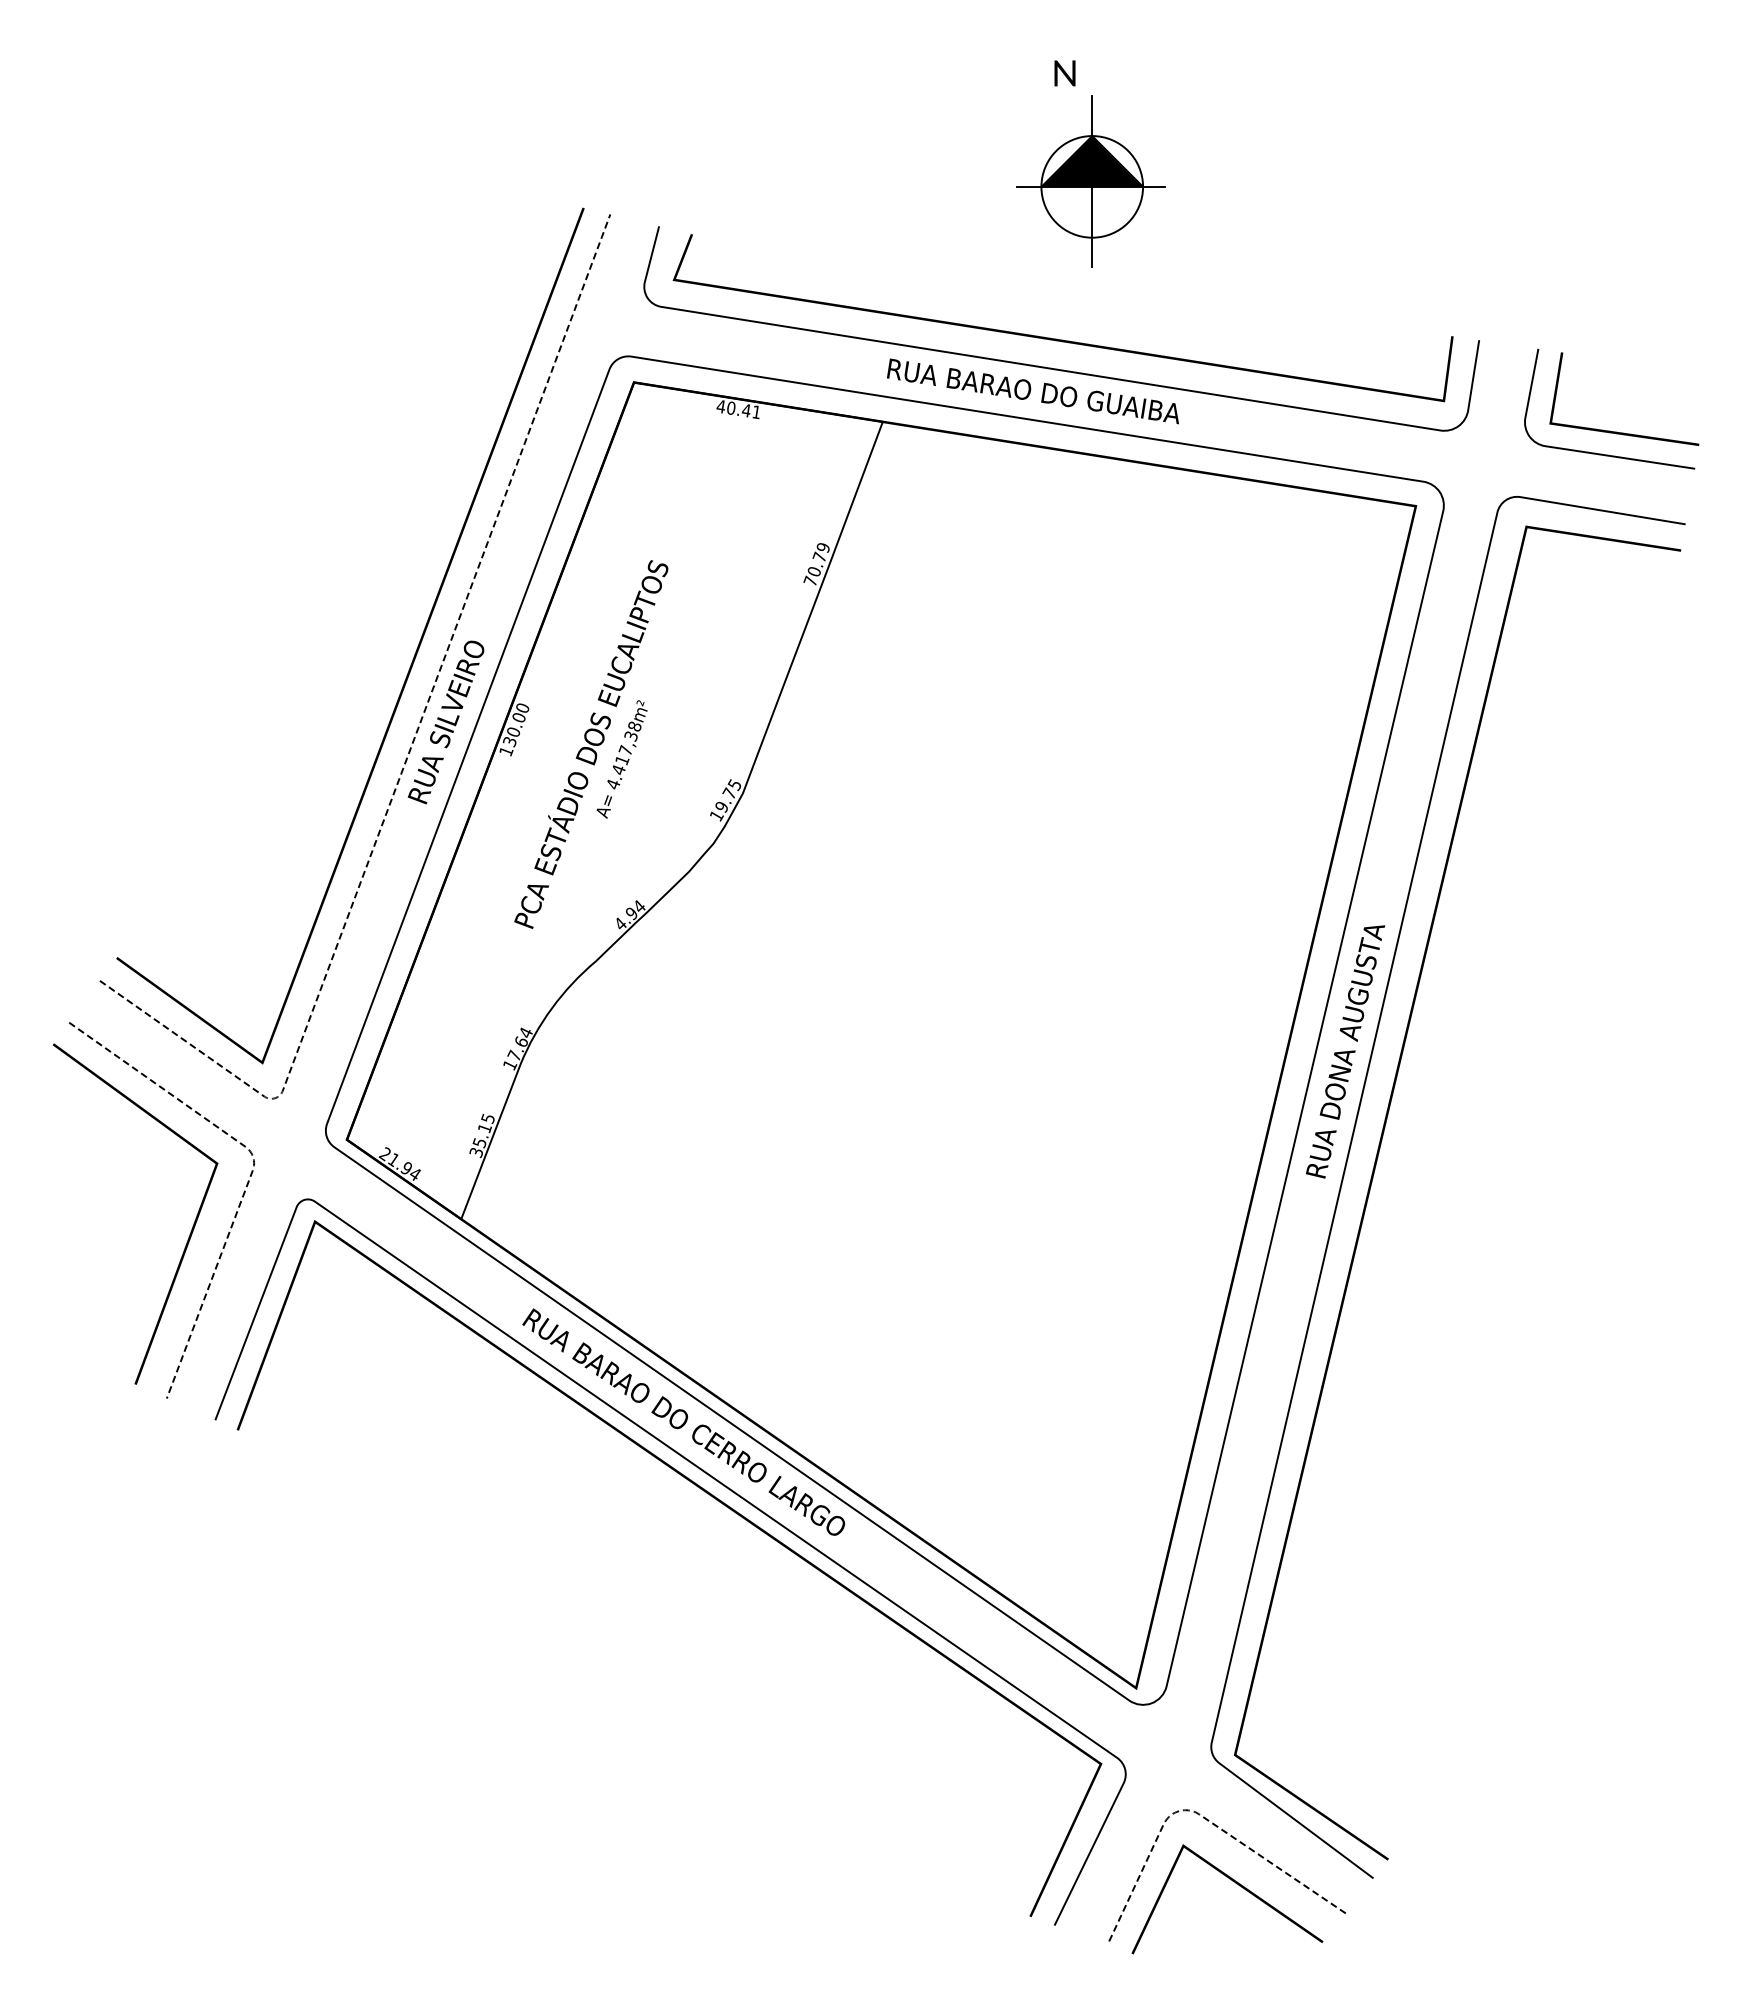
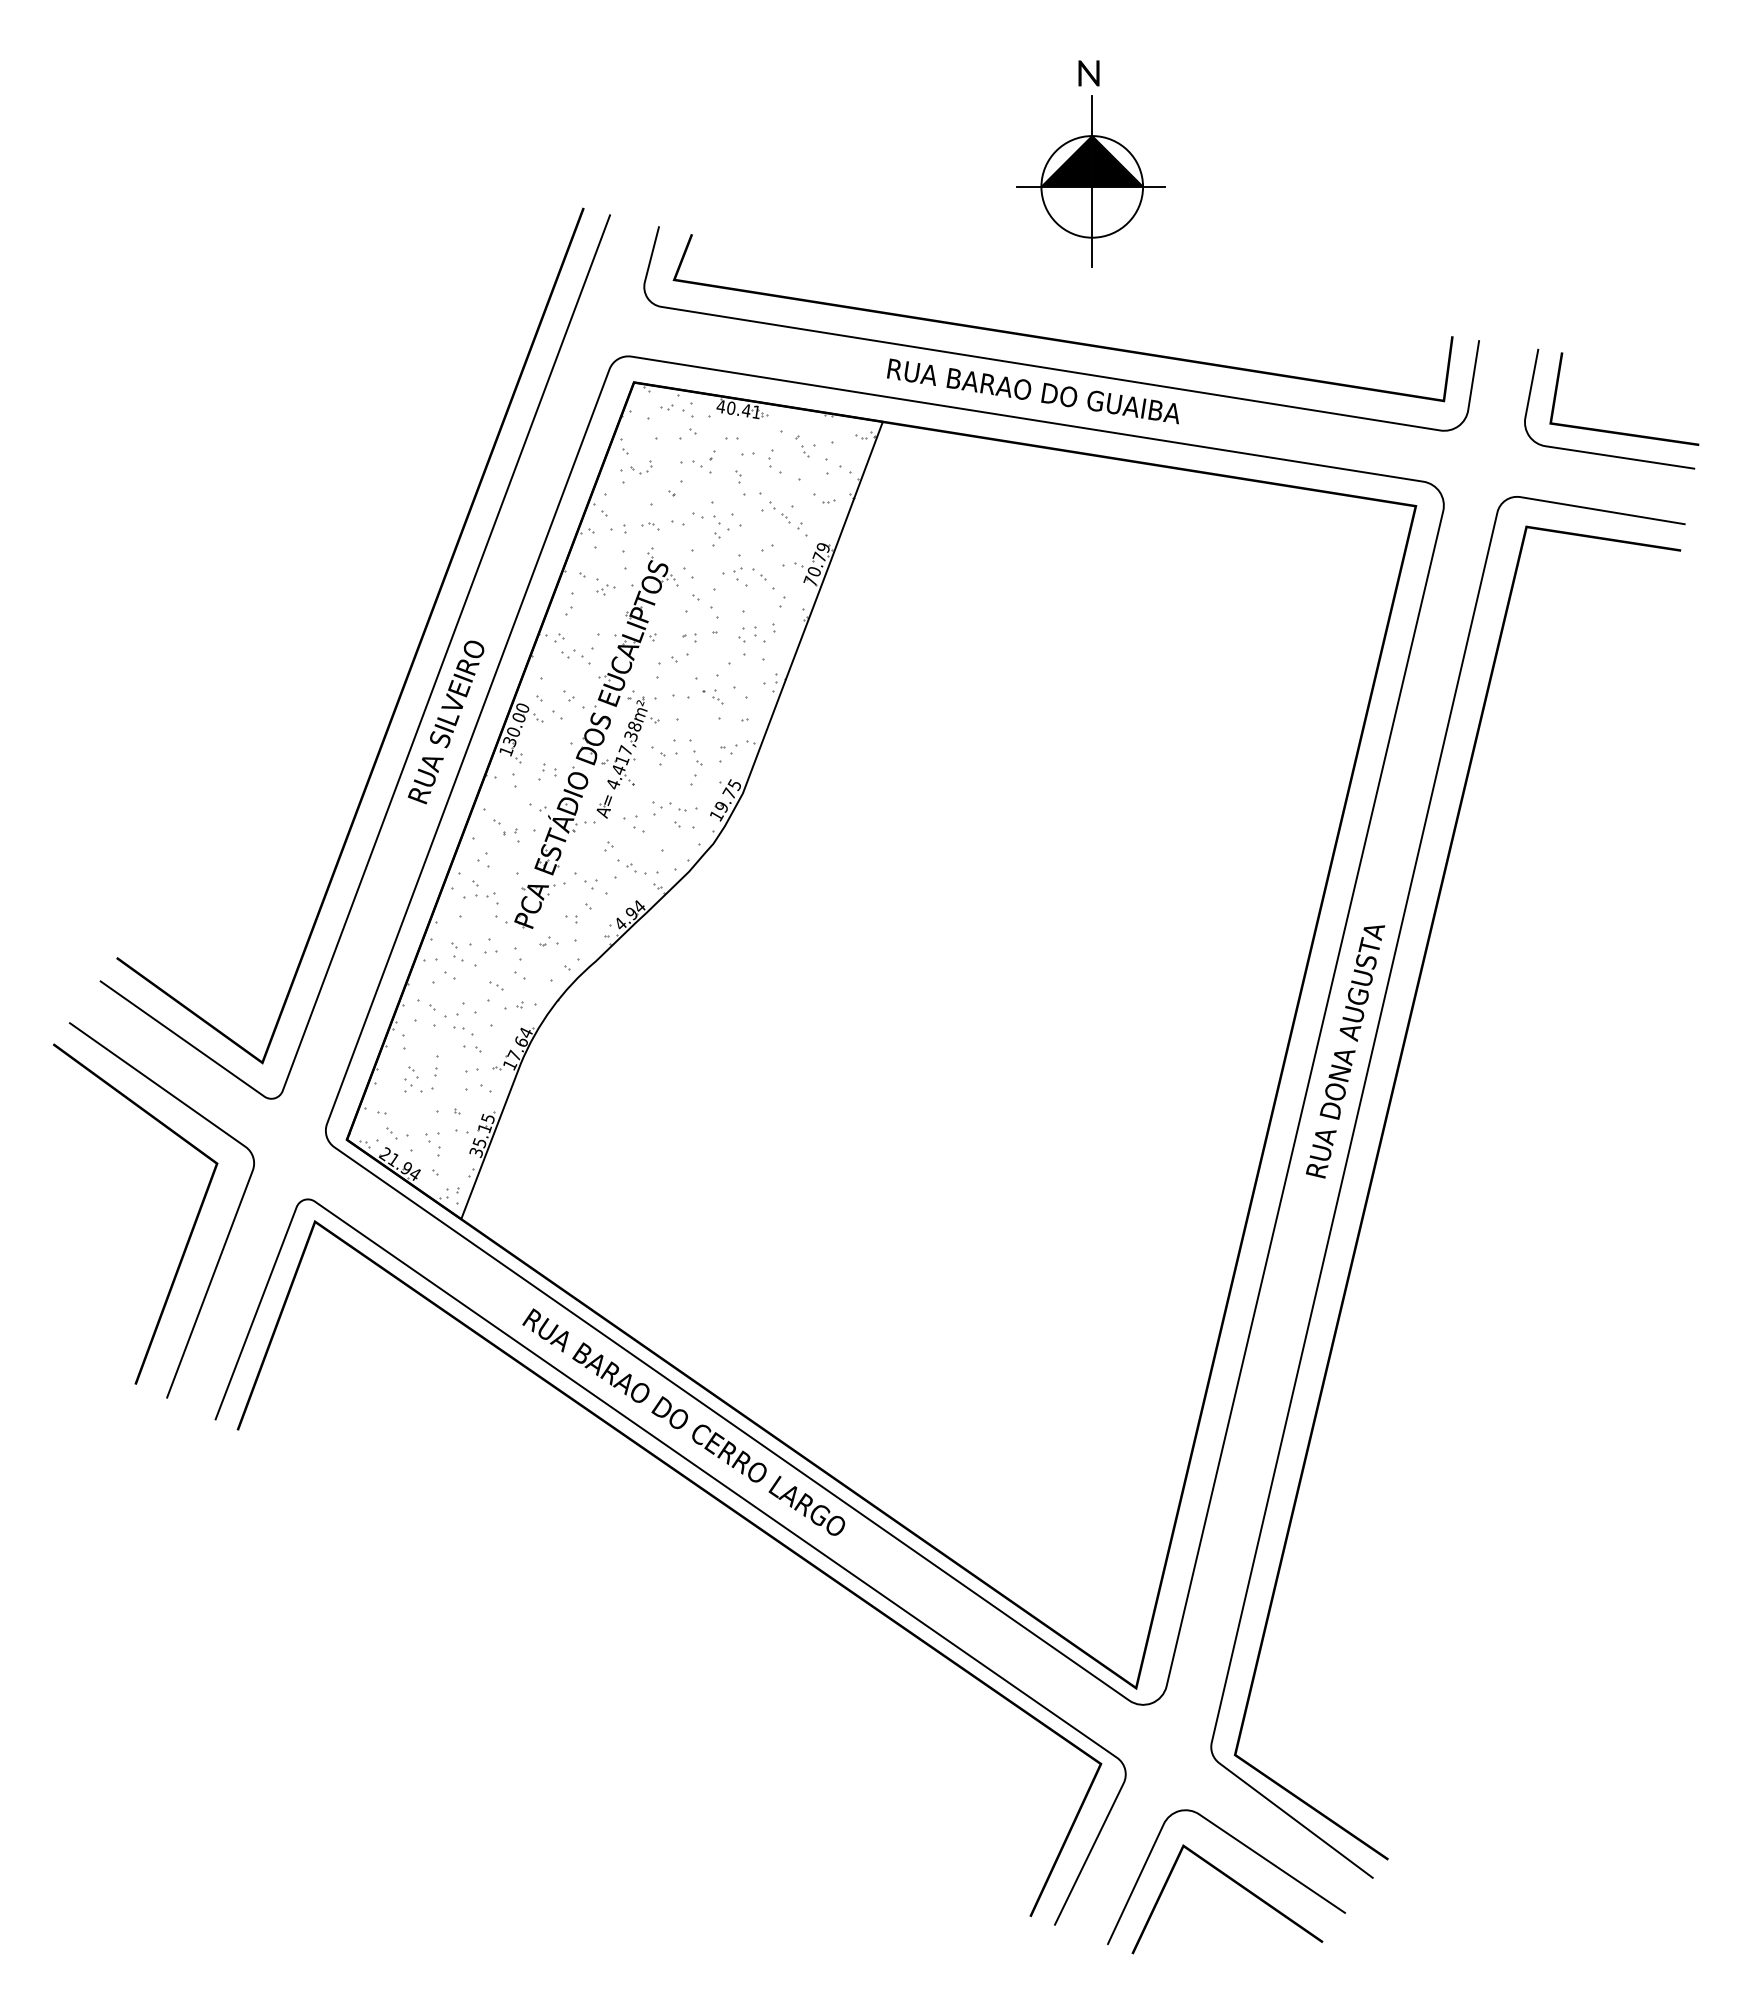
text at (1064, 73) position: (1064, 73) -> (1088, 73)
line at (405, 762): dashed -> solid
hatch at (612, 794): none -> present
line at (253, 1167): dashed -> solid
line at (1194, 1811): dashed -> solid
